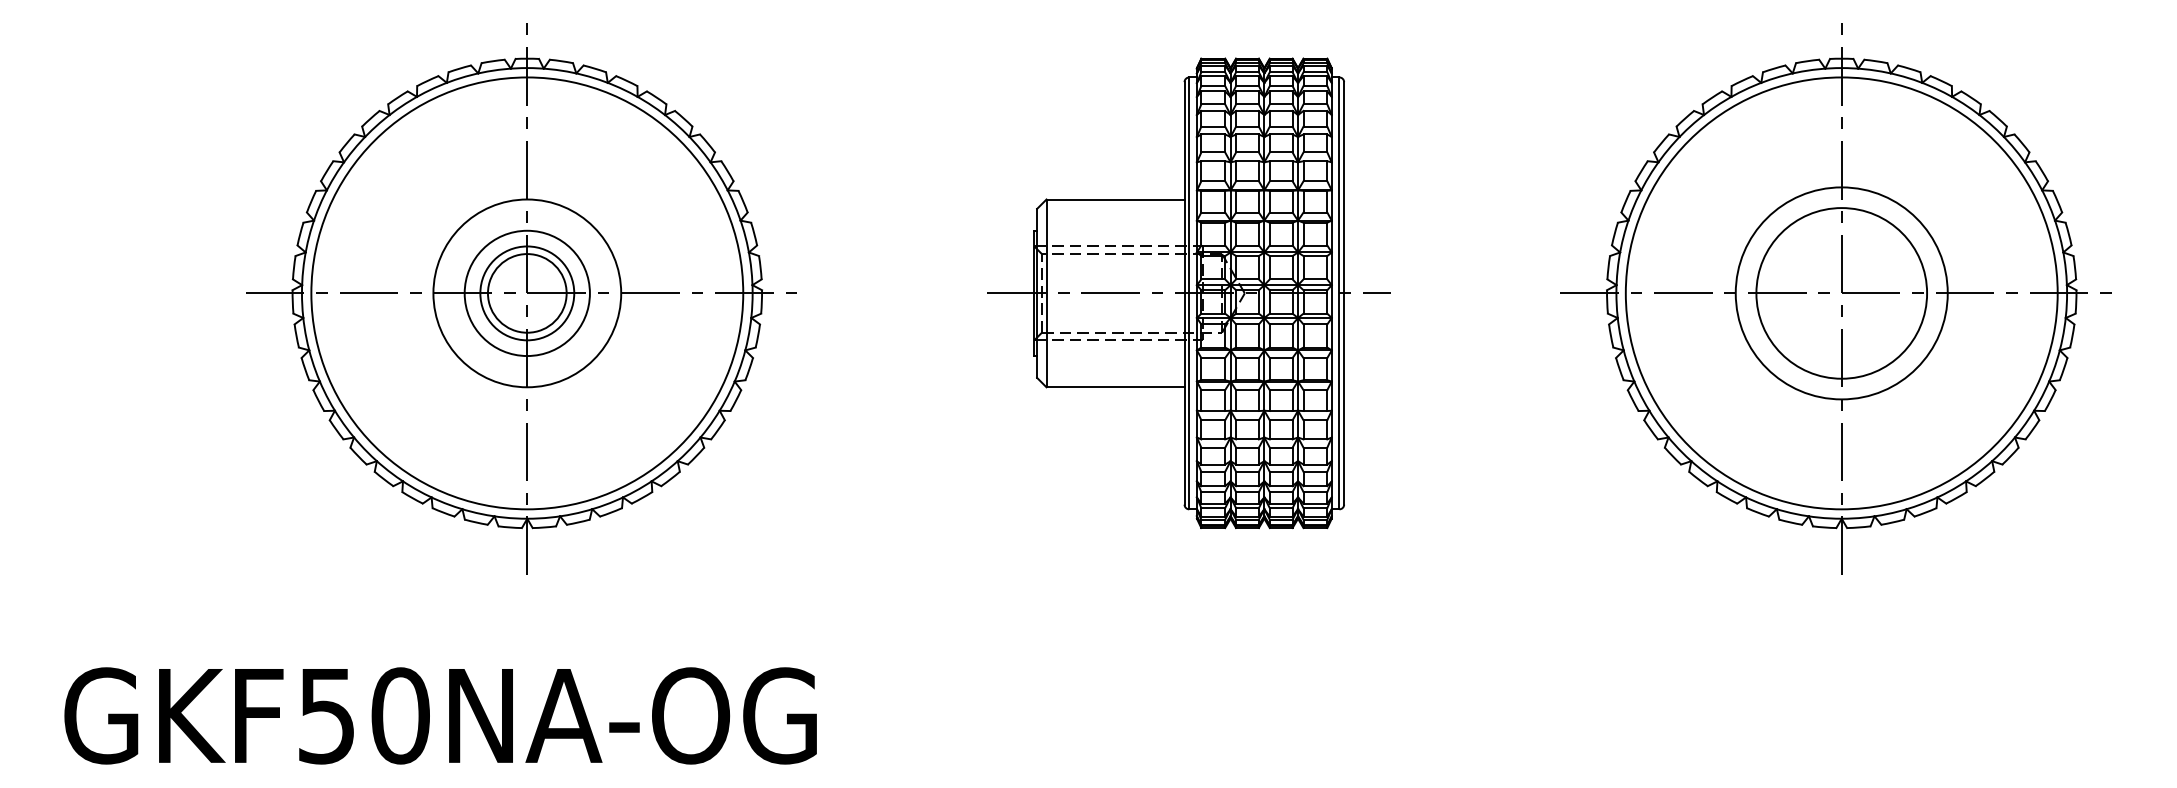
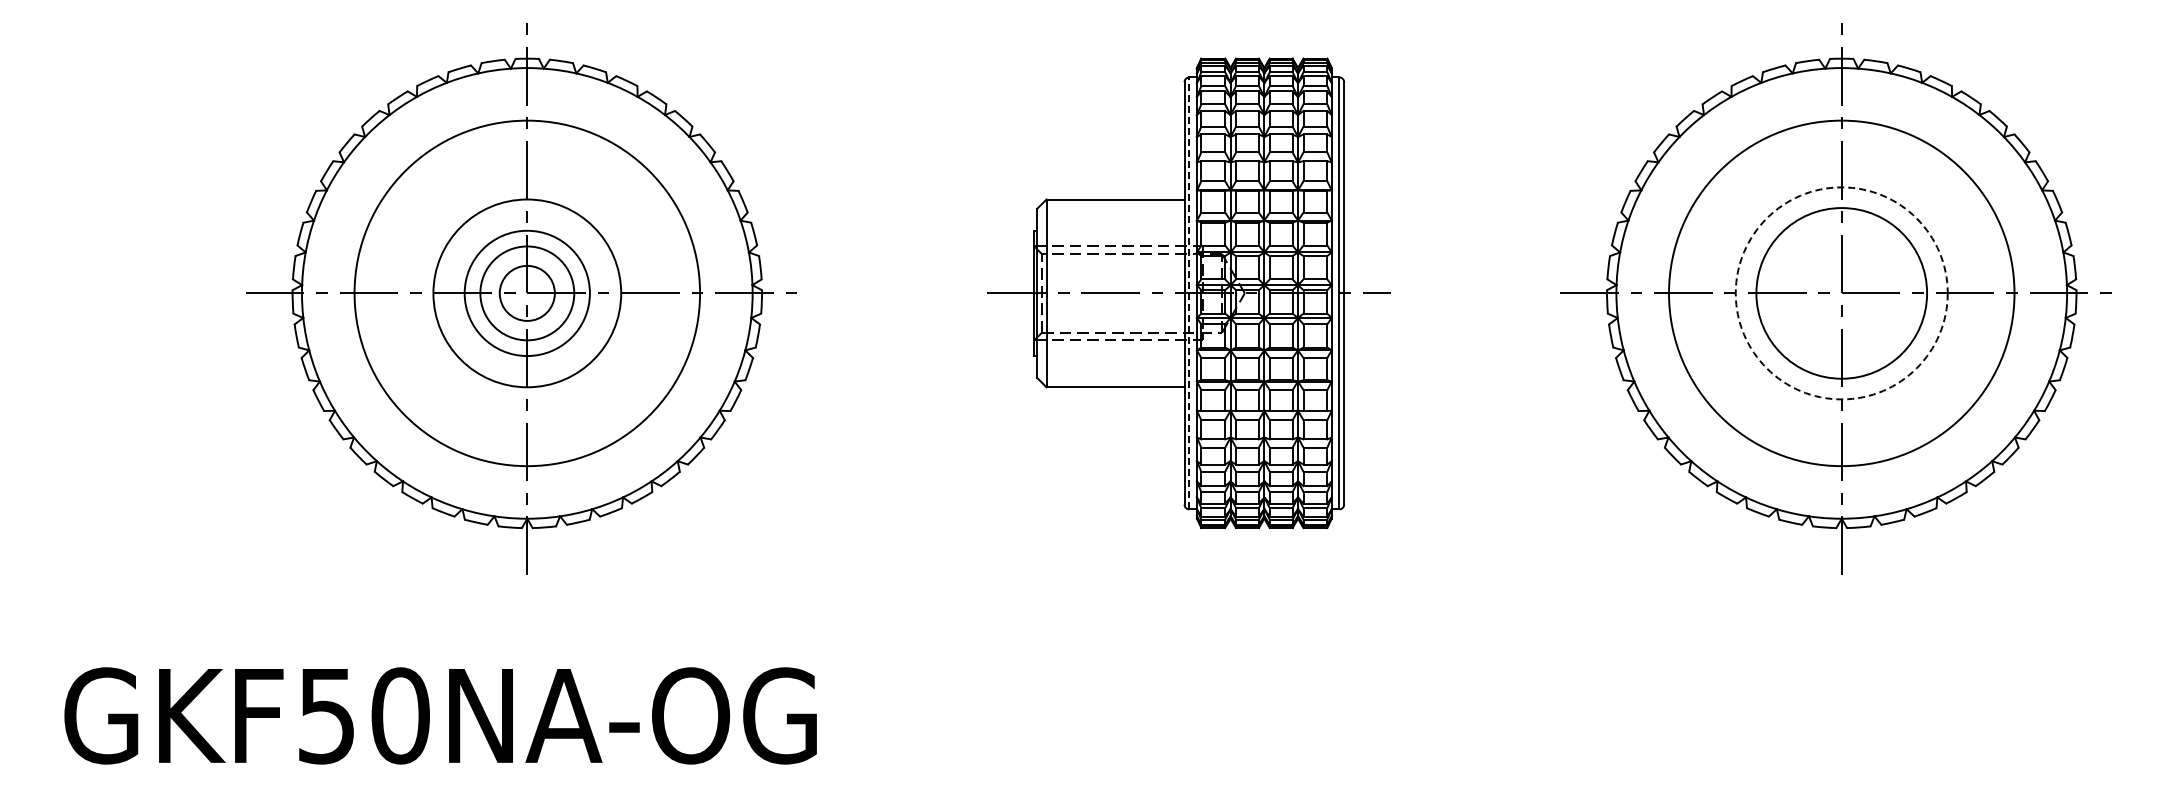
circle at (526, 293) diameter: 79 px -> 55 px
circle at (527, 293) diameter: 432 px -> 346 px
line at (1189, 293): solid -> dashed
circle at (1841, 293) diameter: 432 px -> 346 px
circle at (1841, 293): solid -> dashed
